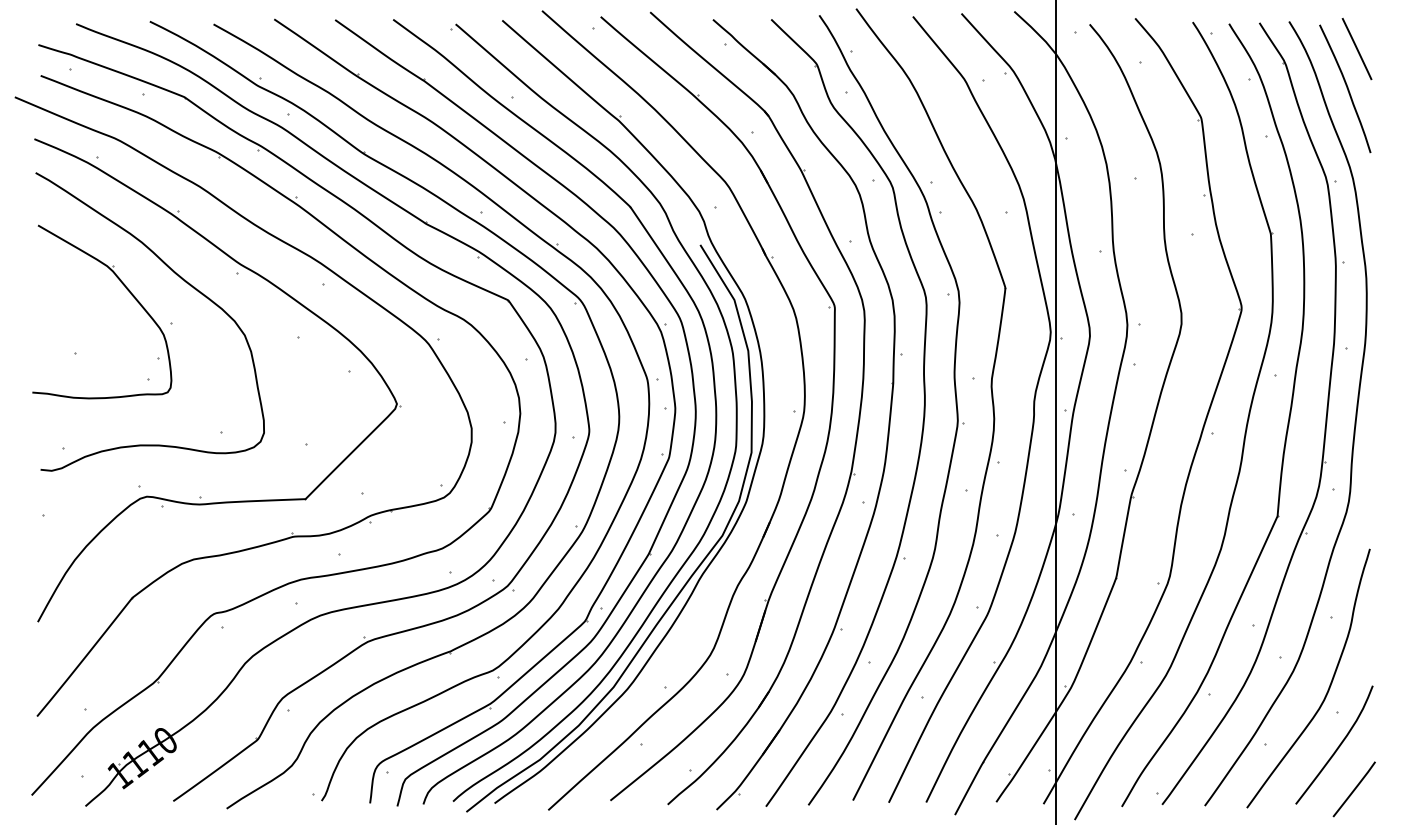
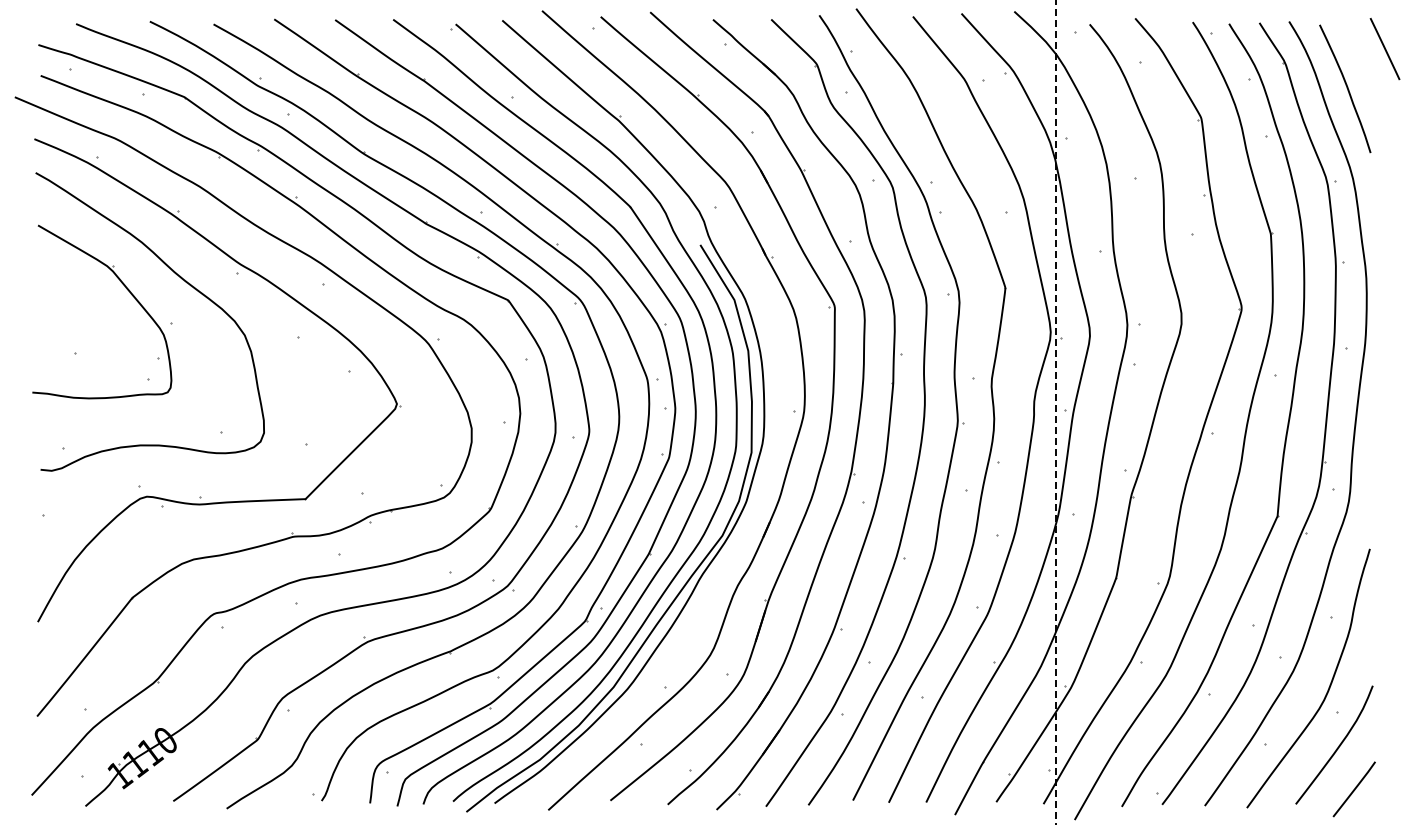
line at (1356, 49) position: (1356, 49) -> (1384, 49)
line at (1056, 413): solid -> dashed
